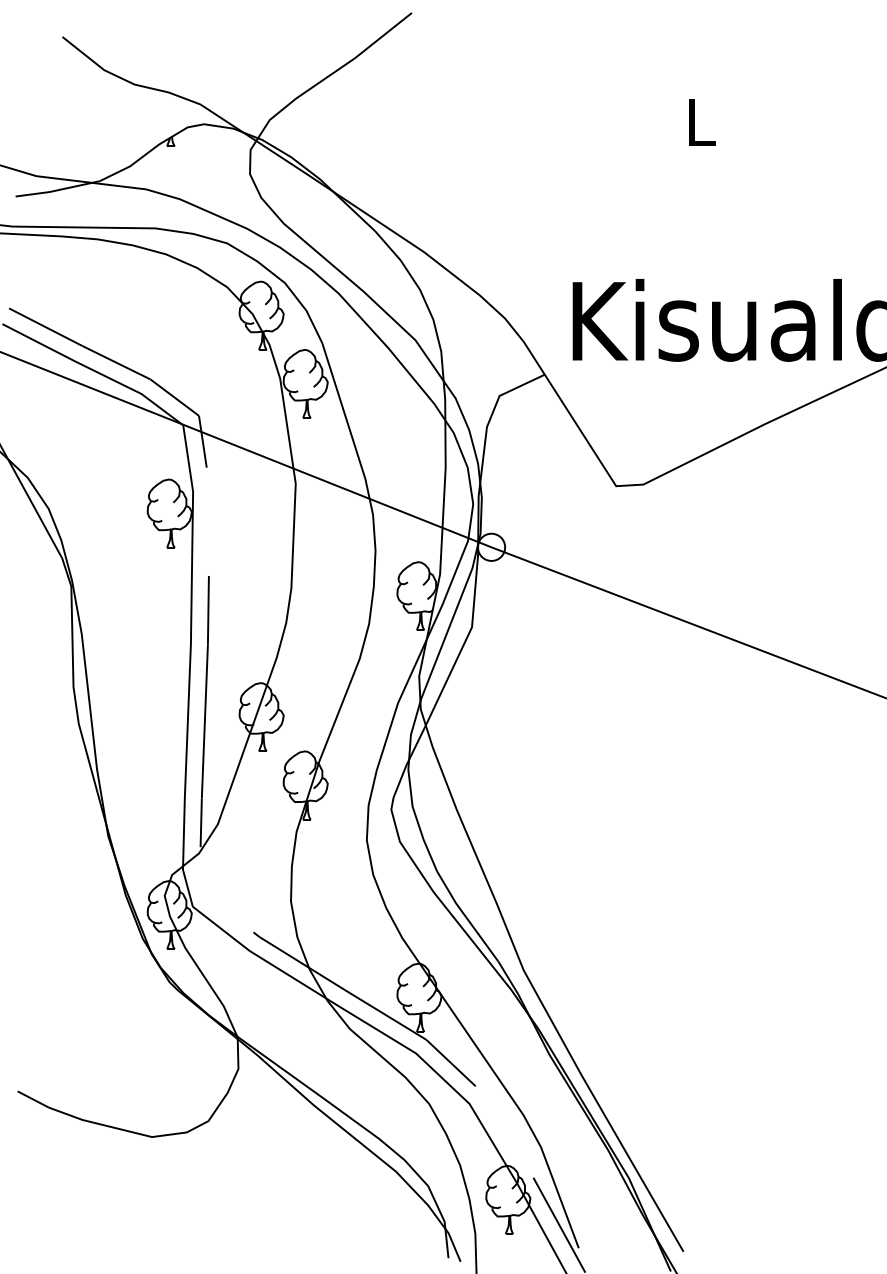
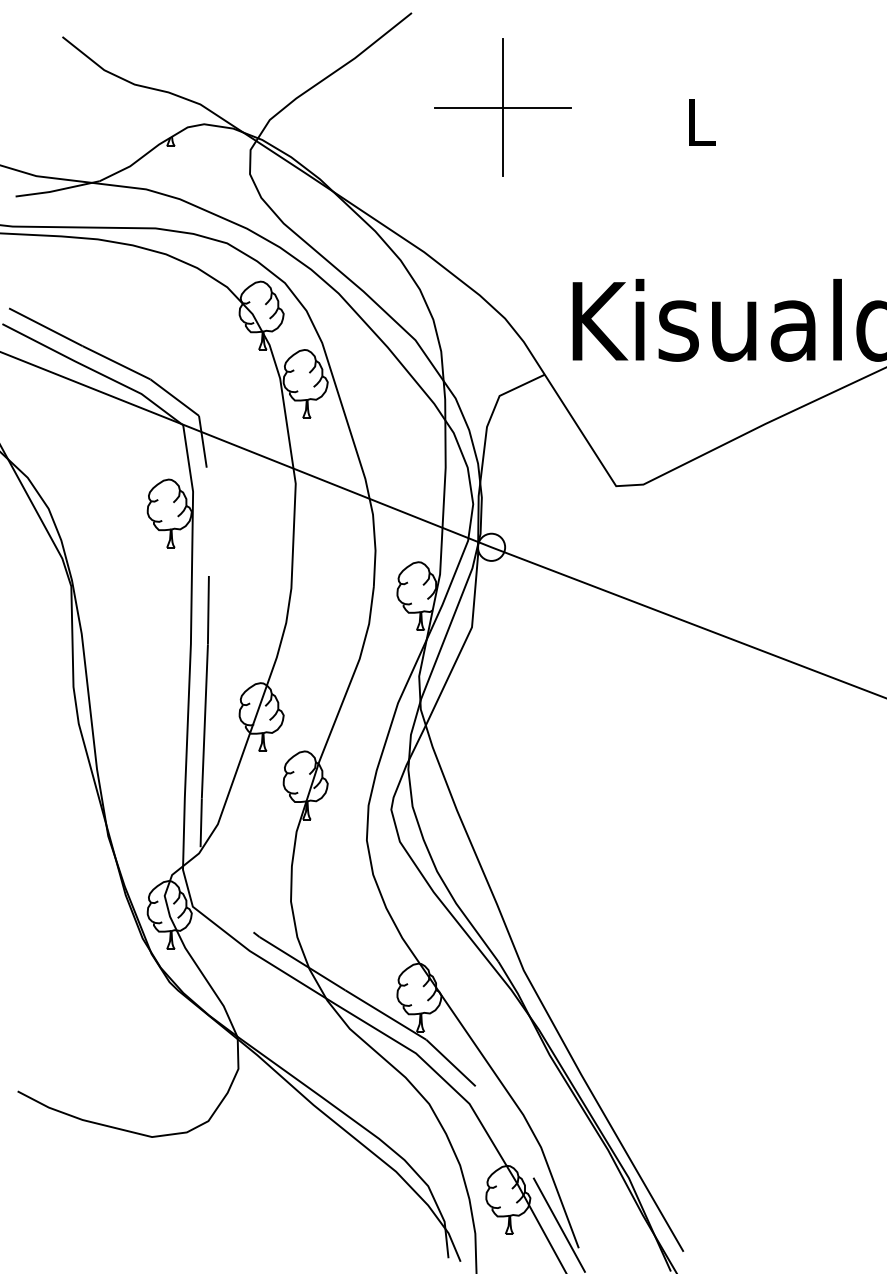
part at (502, 107): none -> present
